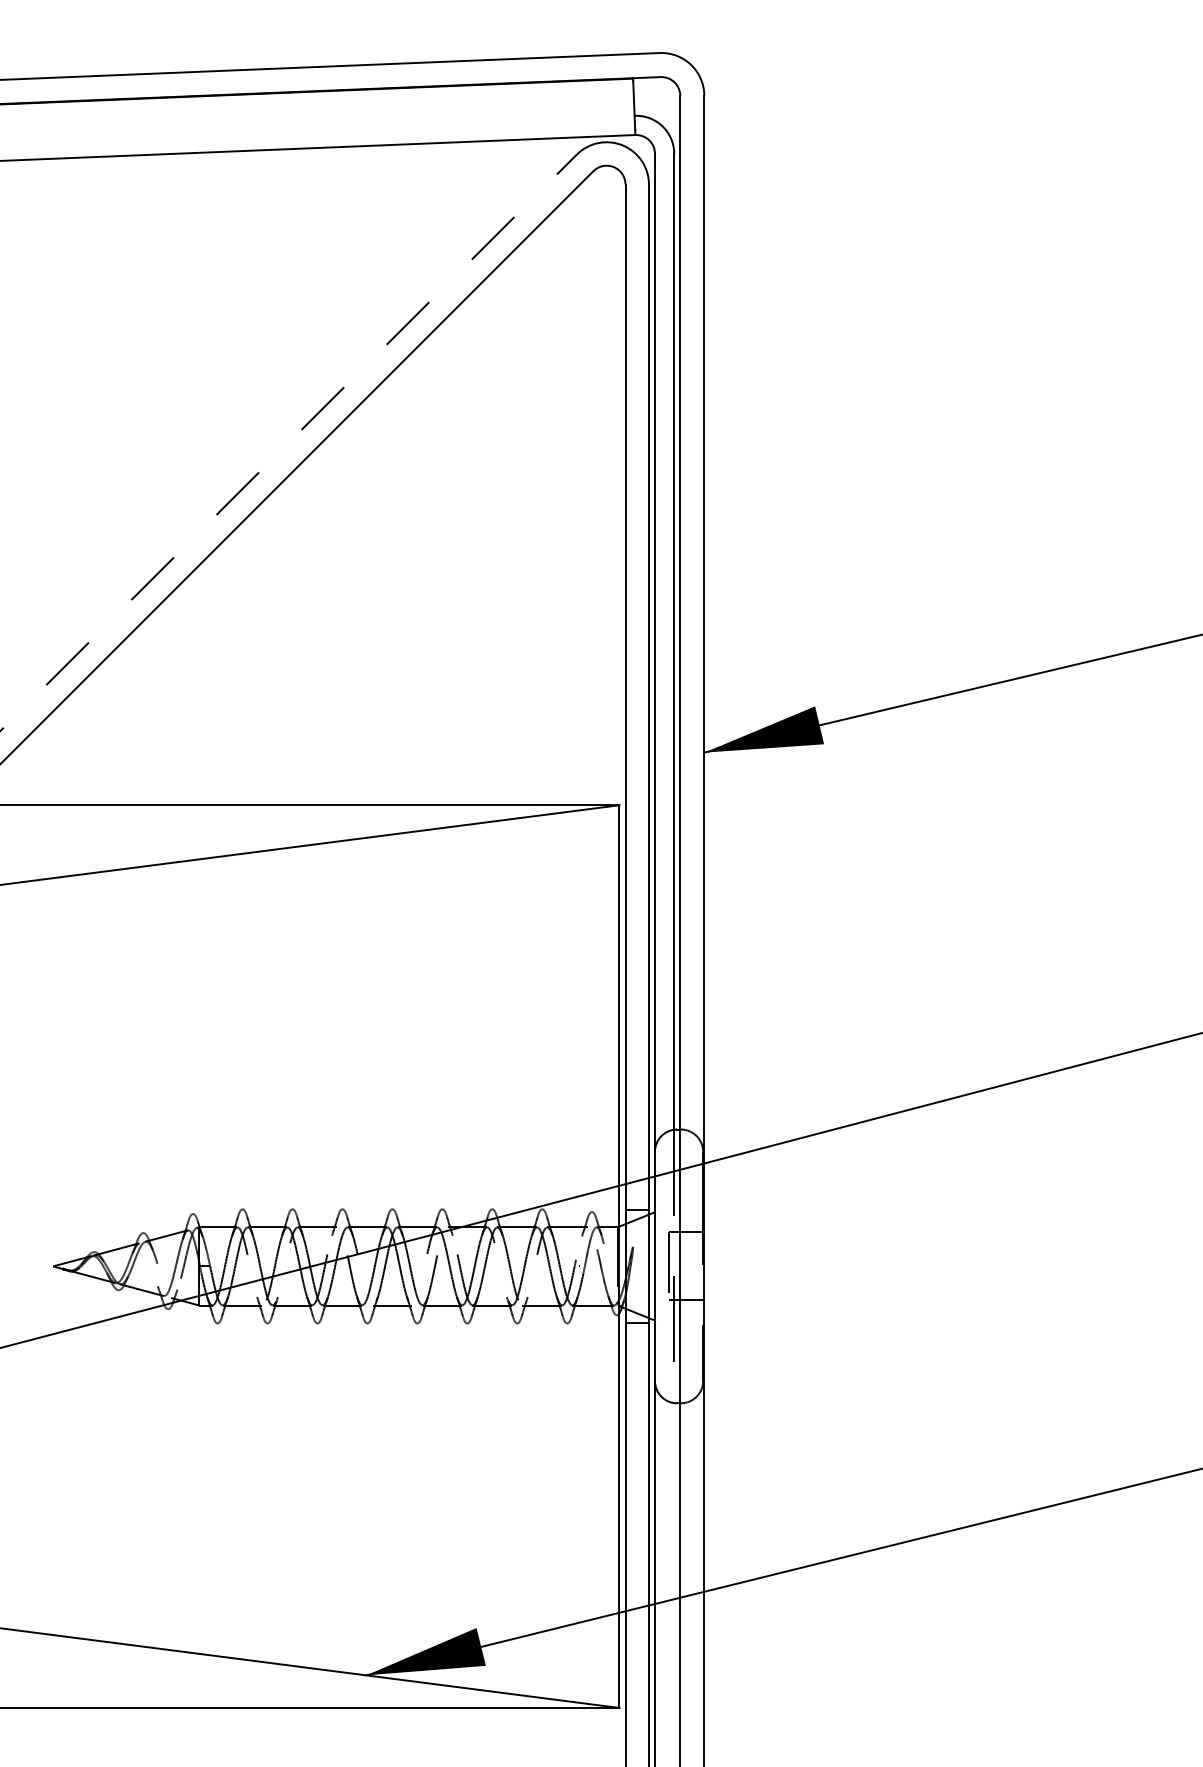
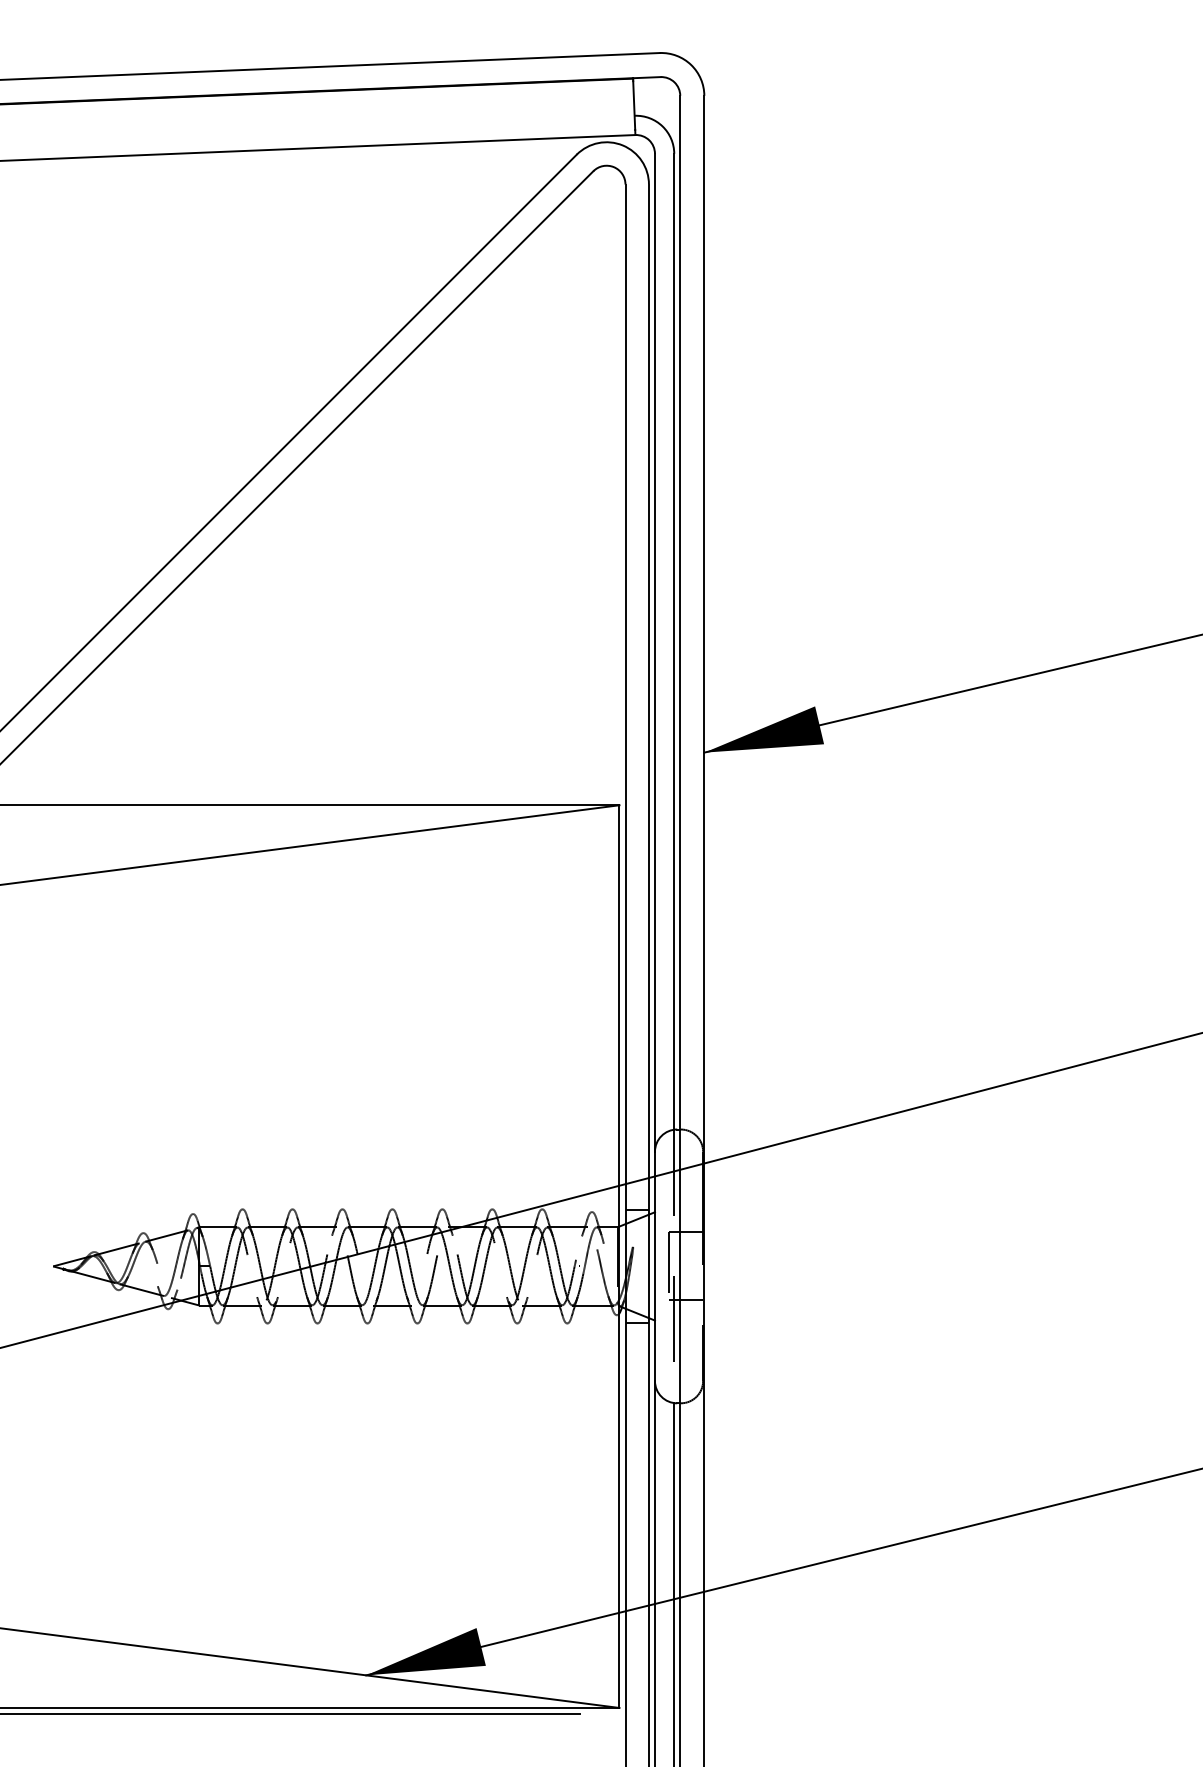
line at (288, 443): dashed -> solid
line at (674, 1583): none -> present
line at (291, 1713): none -> present
